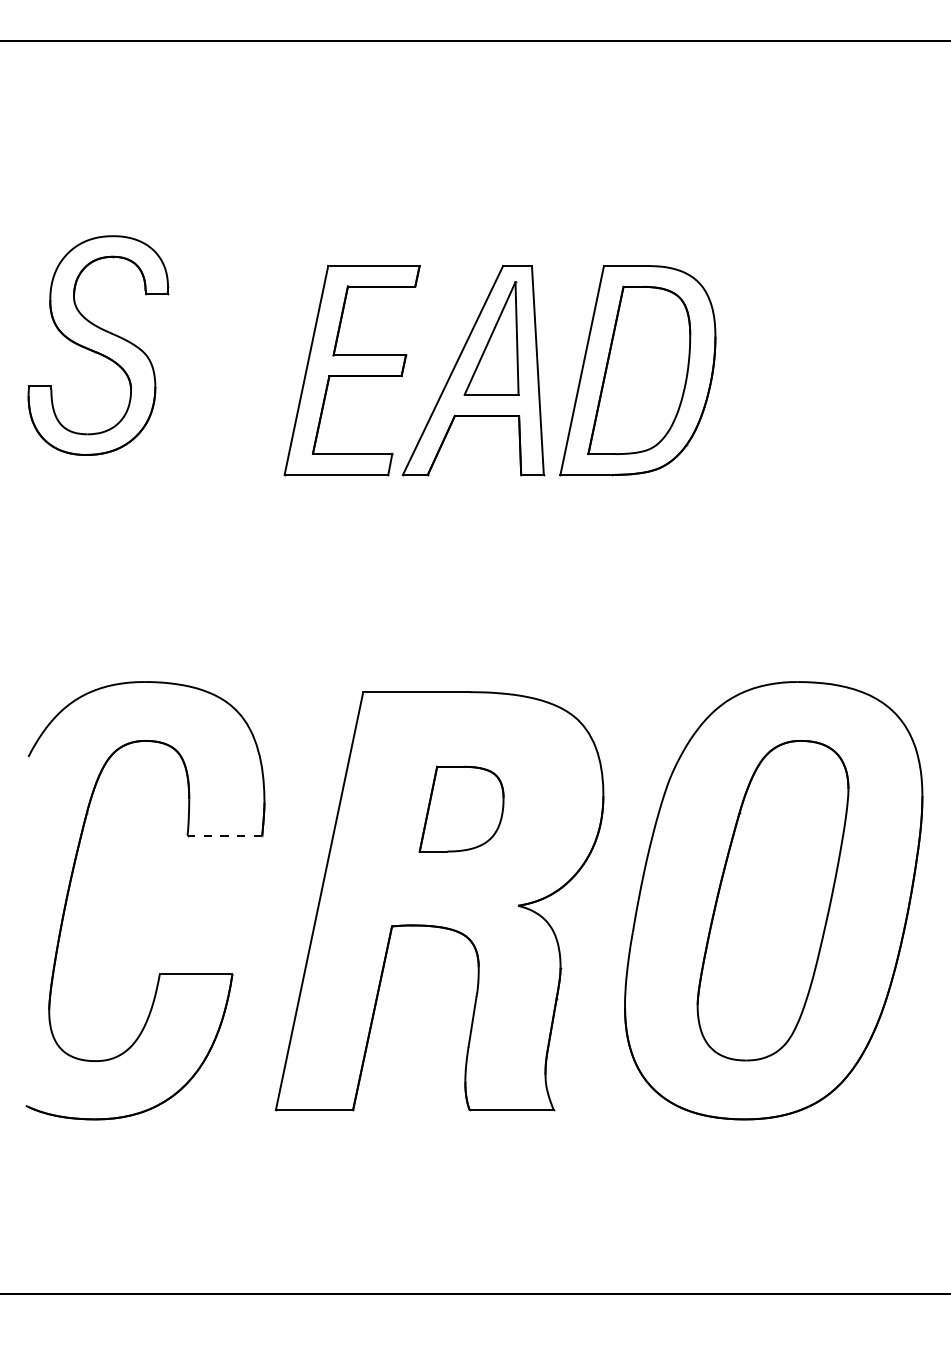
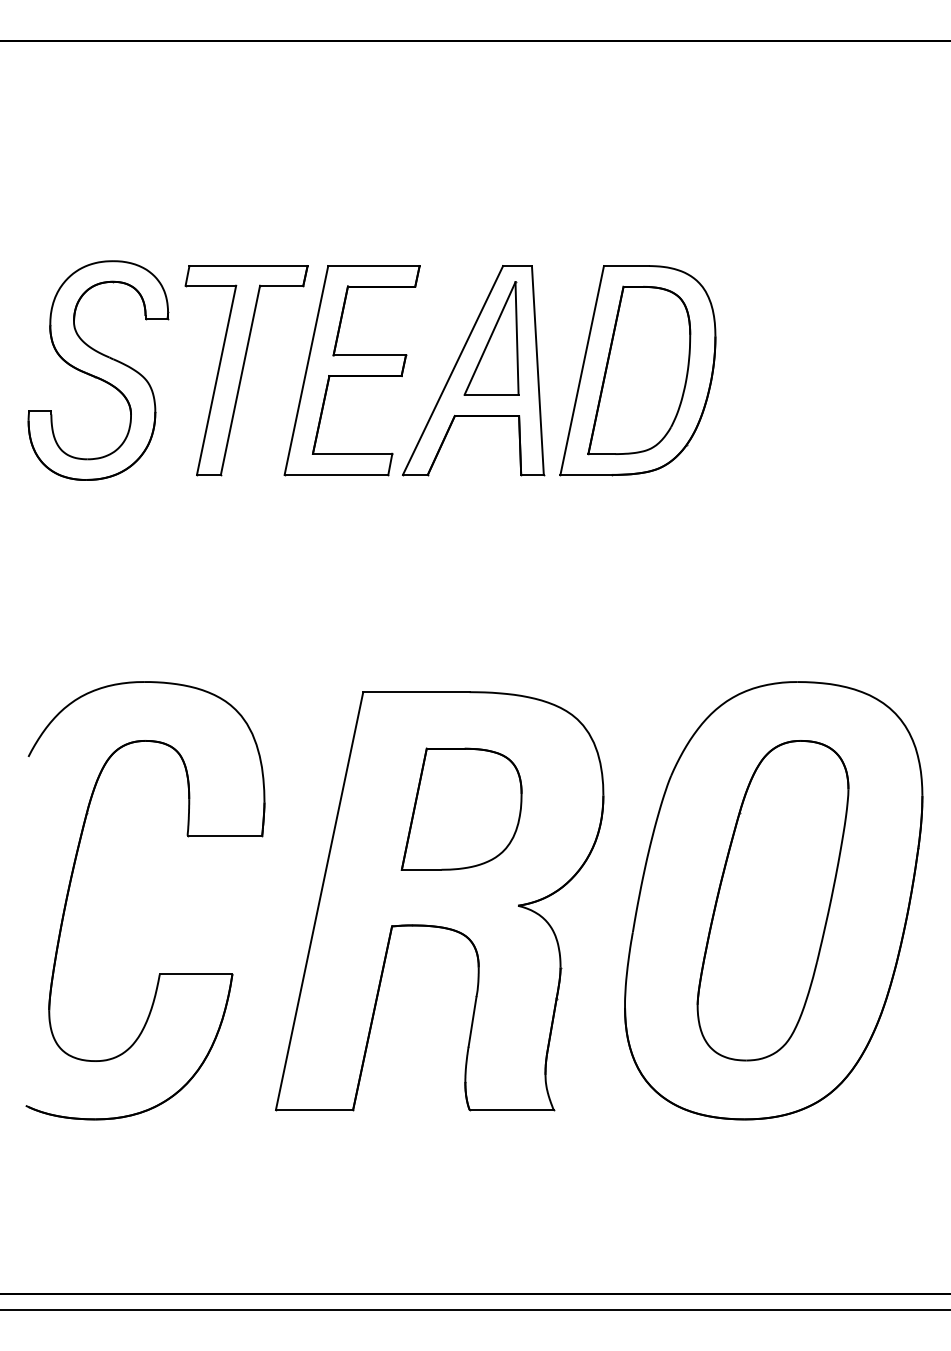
part at (98, 345) position: (98, 345) -> (98, 370)
part at (246, 370): none -> present
part at (461, 808) size: 87x88 px -> 123x124 px
line at (224, 835): dashed -> solid
line at (474, 1310): none -> present
